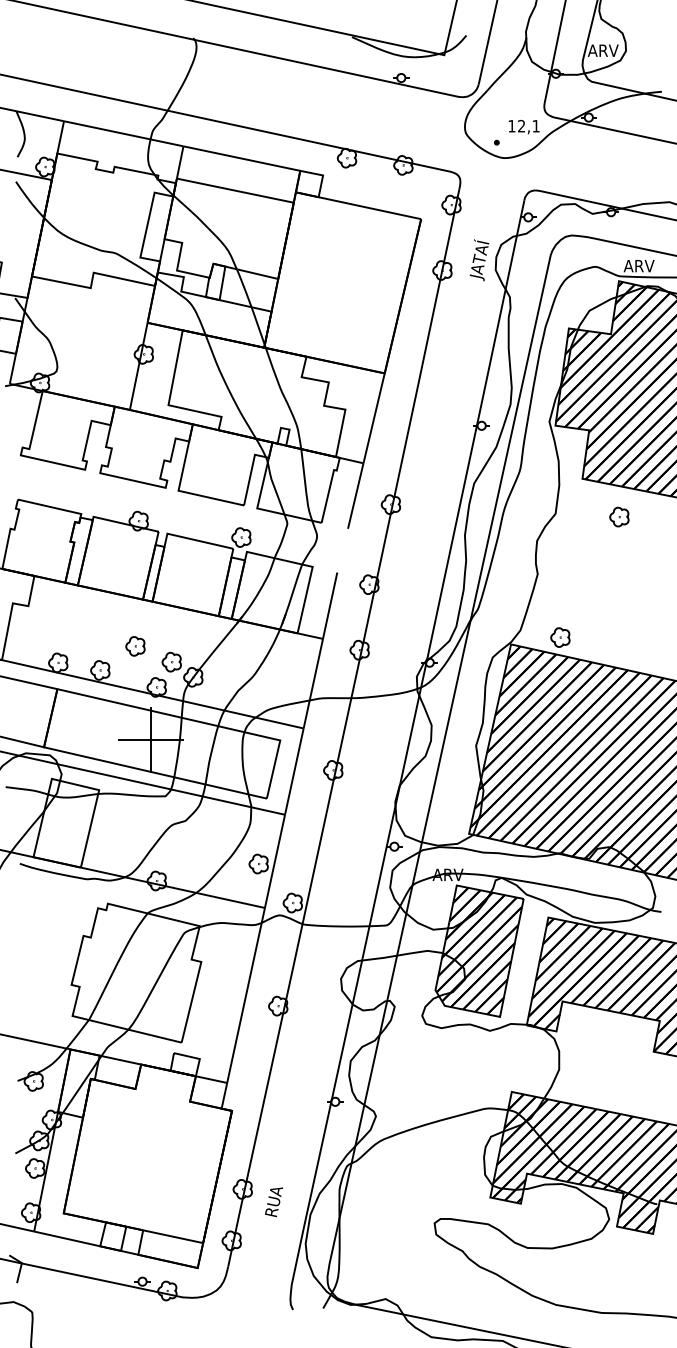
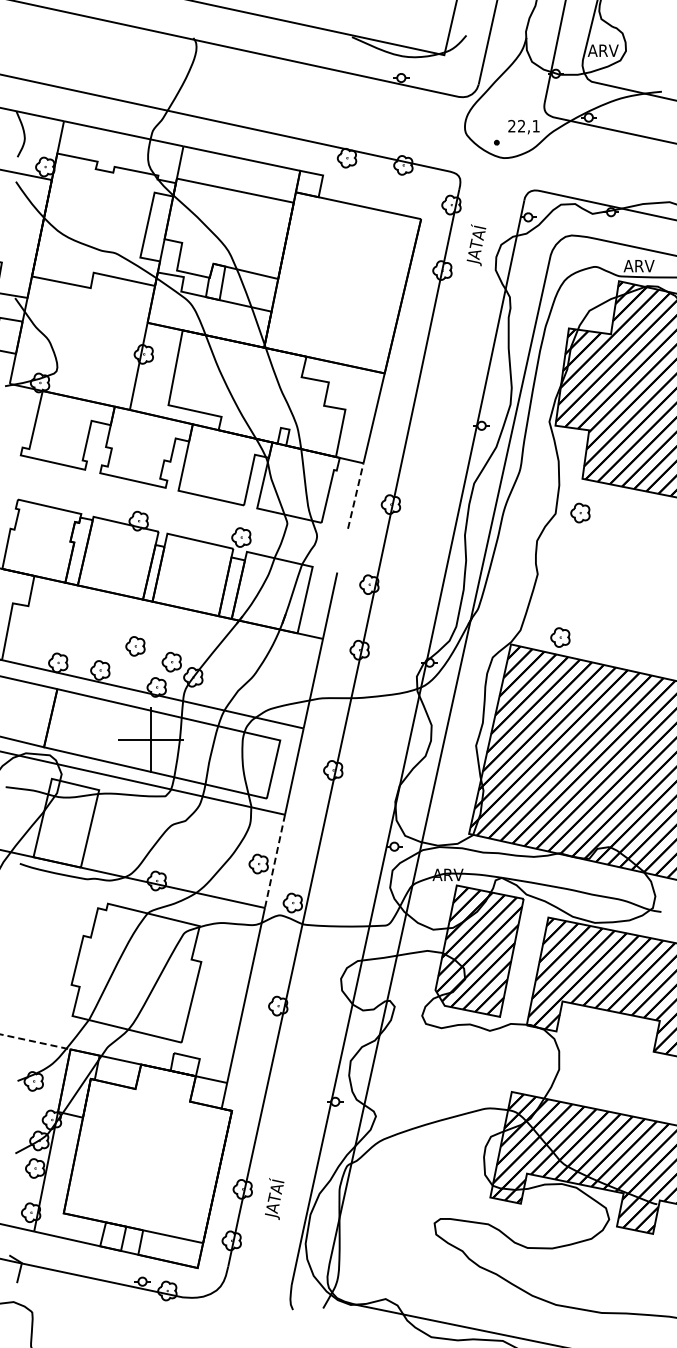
text at (511, 125): 12,1 -> 22,1
text at (479, 260) position: (479, 260) -> (476, 245)
line at (355, 496): solid -> dashed
part at (619, 516) position: (619, 516) -> (580, 512)
line at (275, 861): solid -> dashed
line at (36, 1042): solid -> dashed
text at (274, 1199): RUA -> JATAÍ
